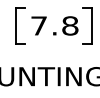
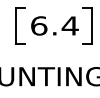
text at (54, 25): 7.8 -> 6.4
